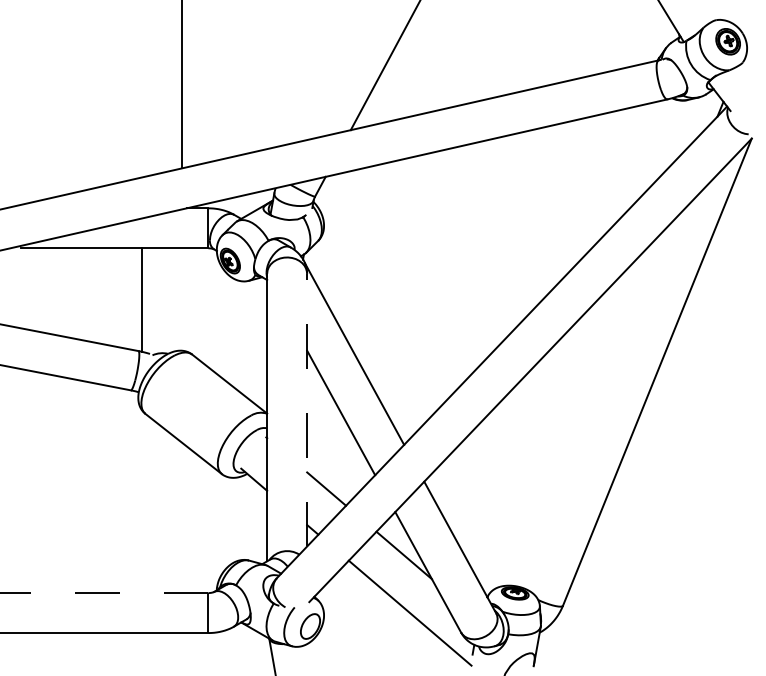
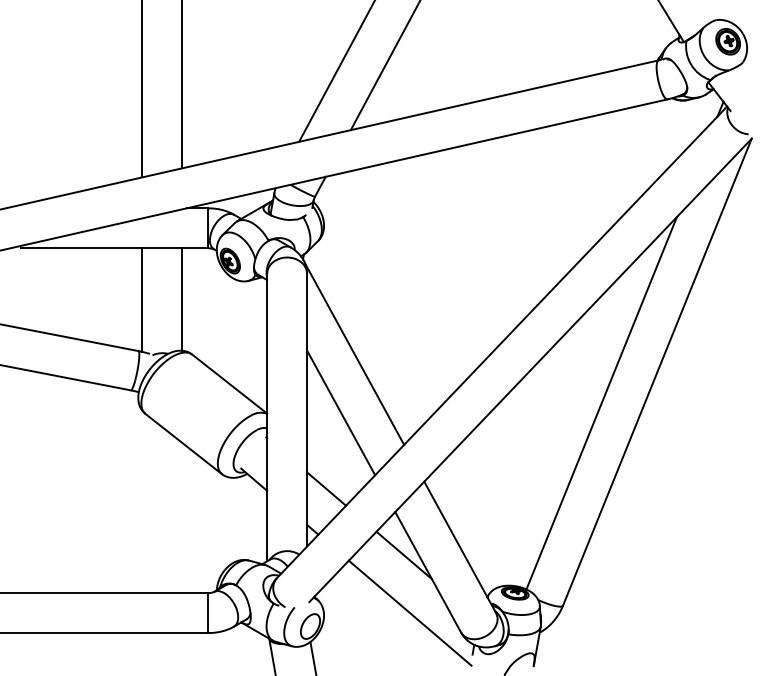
line at (336, 71): none -> present
line at (142, 89): none -> present
line at (182, 299): none -> present
line at (601, 403): none -> present
line at (307, 409): dashed -> solid
line at (104, 593): dashed -> solid
line at (312, 657): none -> present
